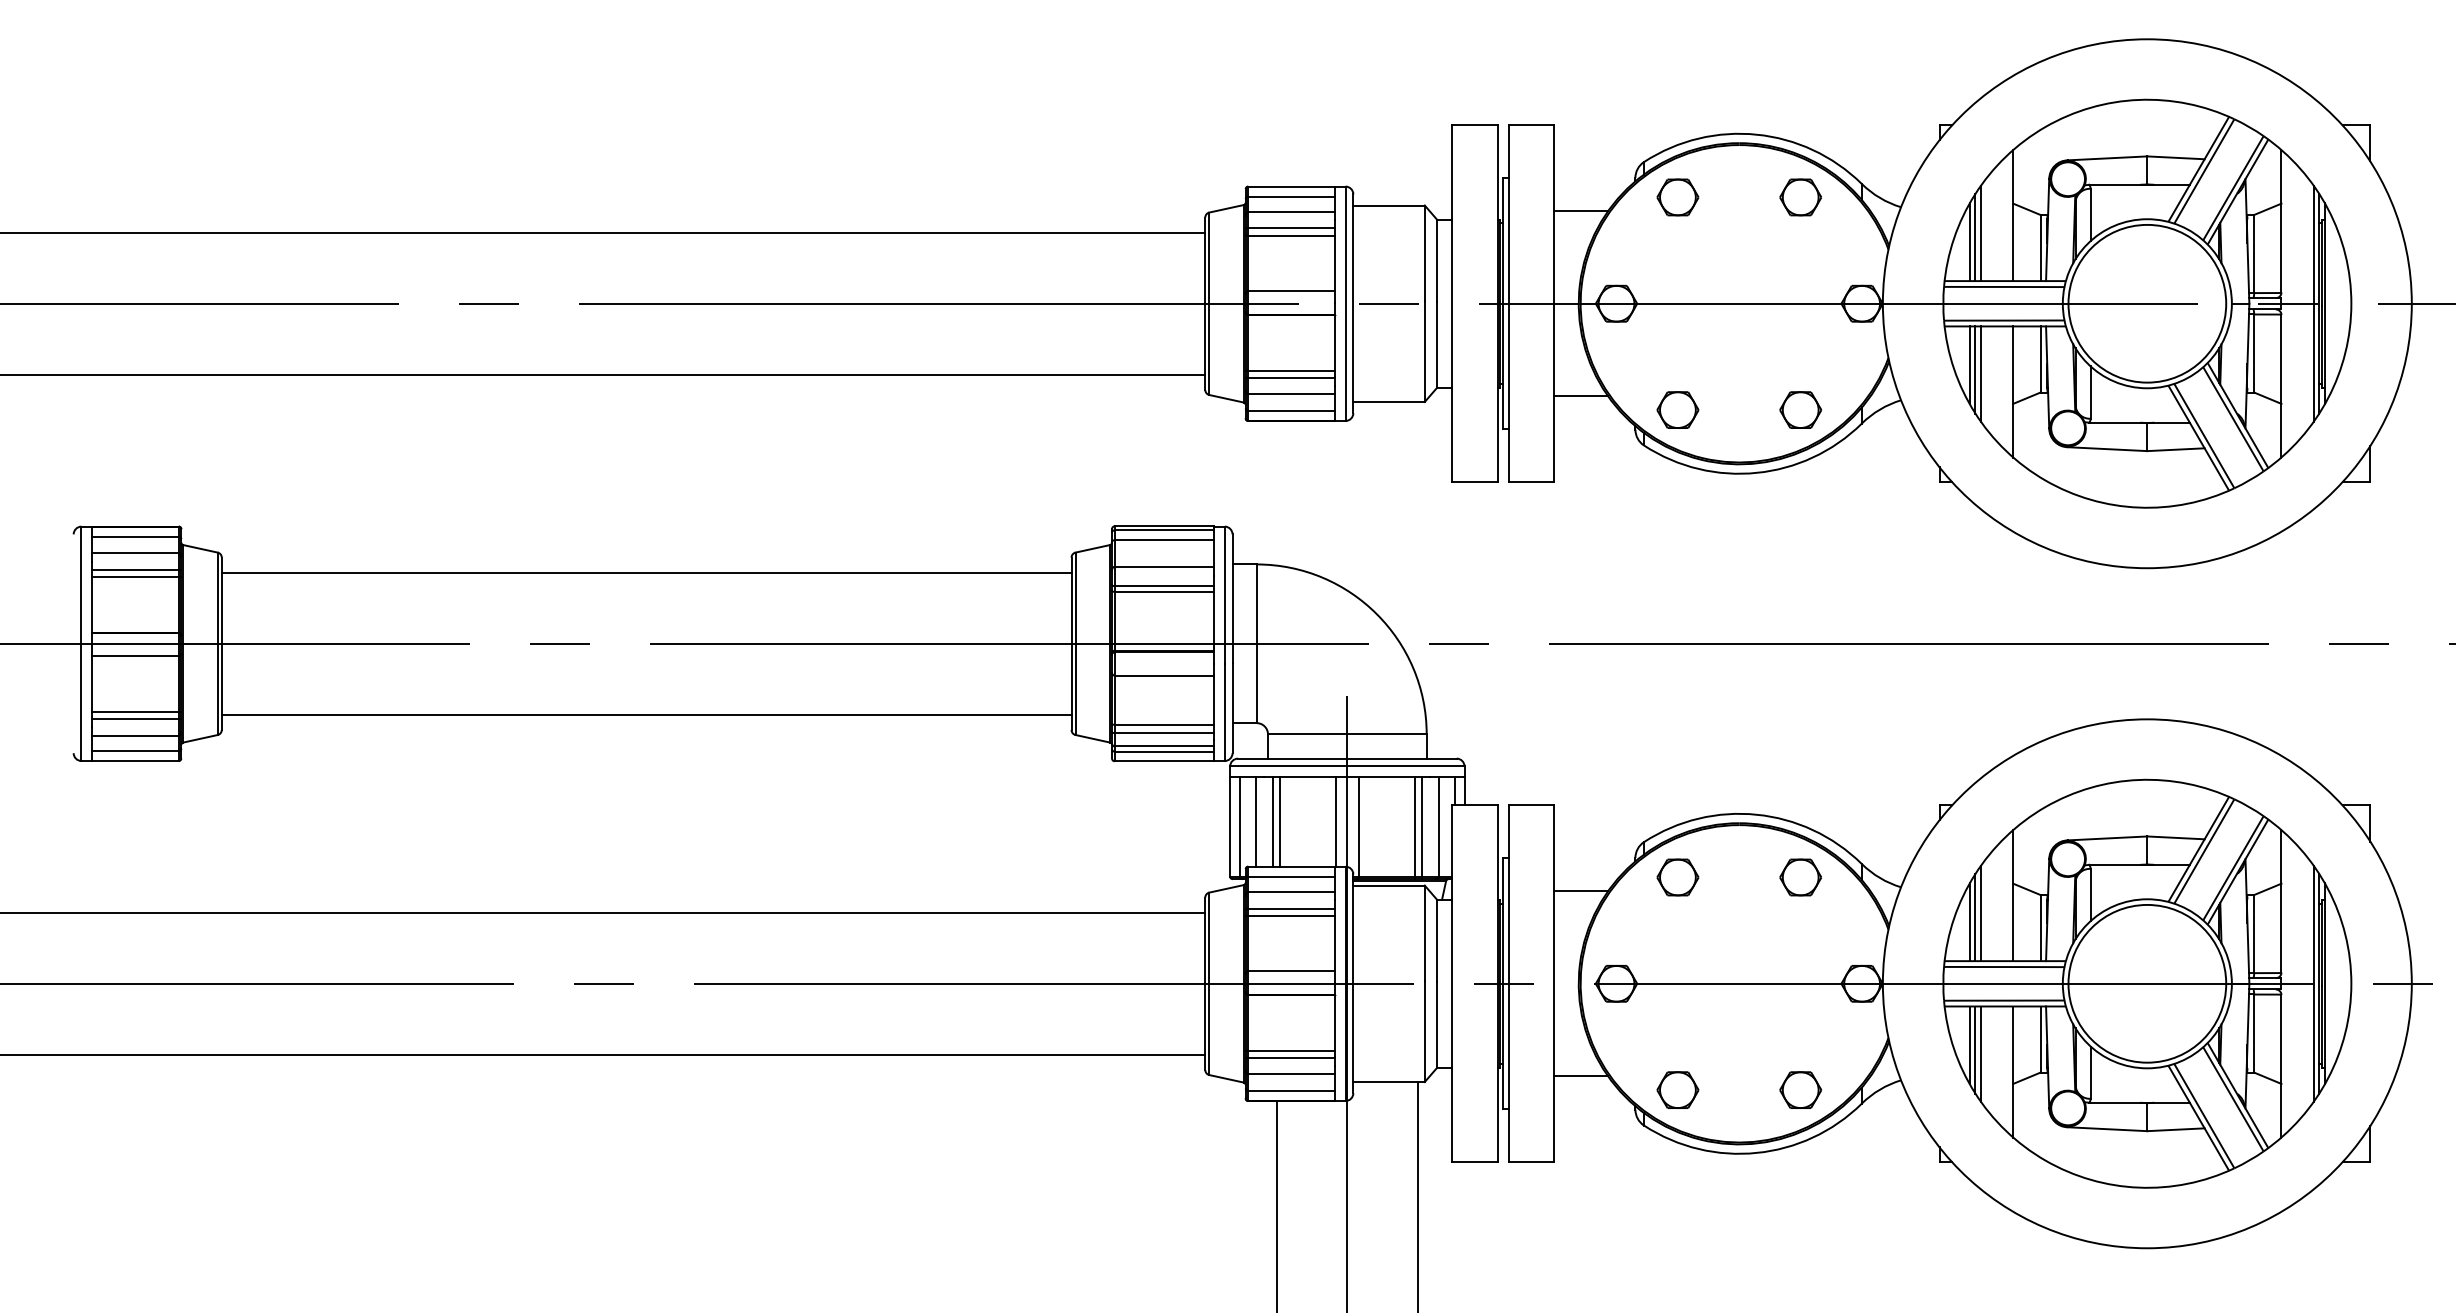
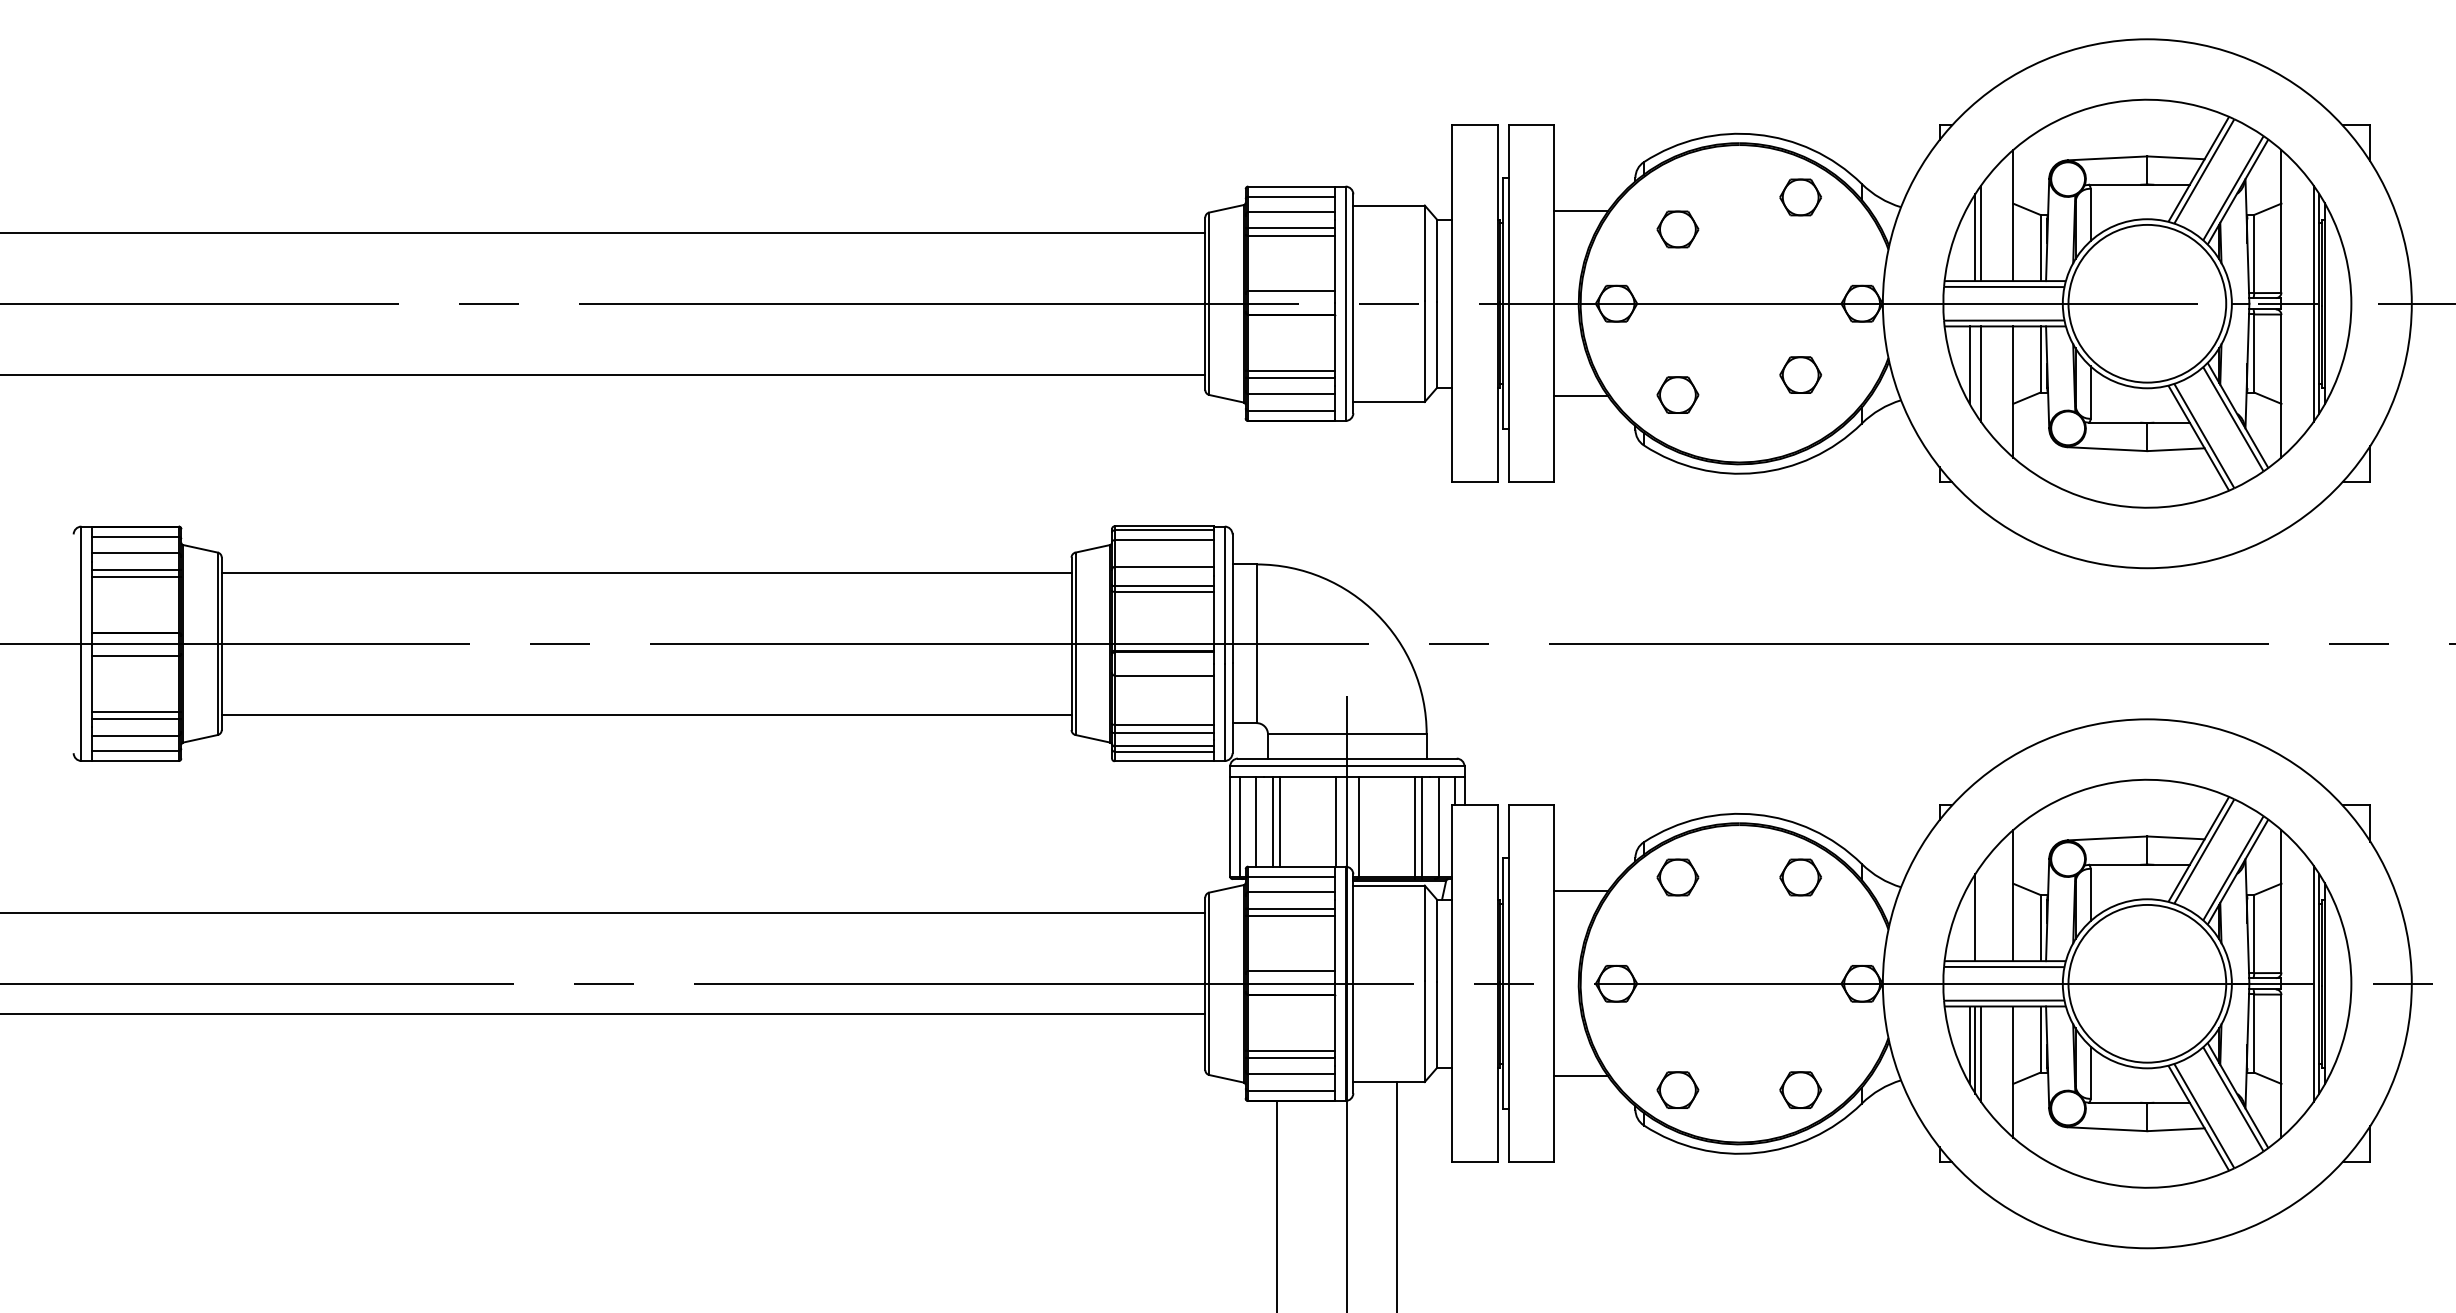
part at (1677, 197) position: (1677, 197) -> (1677, 229)
line at (1969, 242): present -> none
line at (1975, 369): present -> none
part at (1677, 409) position: (1677, 409) -> (1677, 394)
part at (1800, 409) position: (1800, 409) -> (1800, 374)
line at (1981, 913): present -> none
line at (1969, 922): present -> none
line at (603, 1054) position: (603, 1054) -> (603, 1013)
line at (1418, 1195) position: (1418, 1195) -> (1397, 1195)
